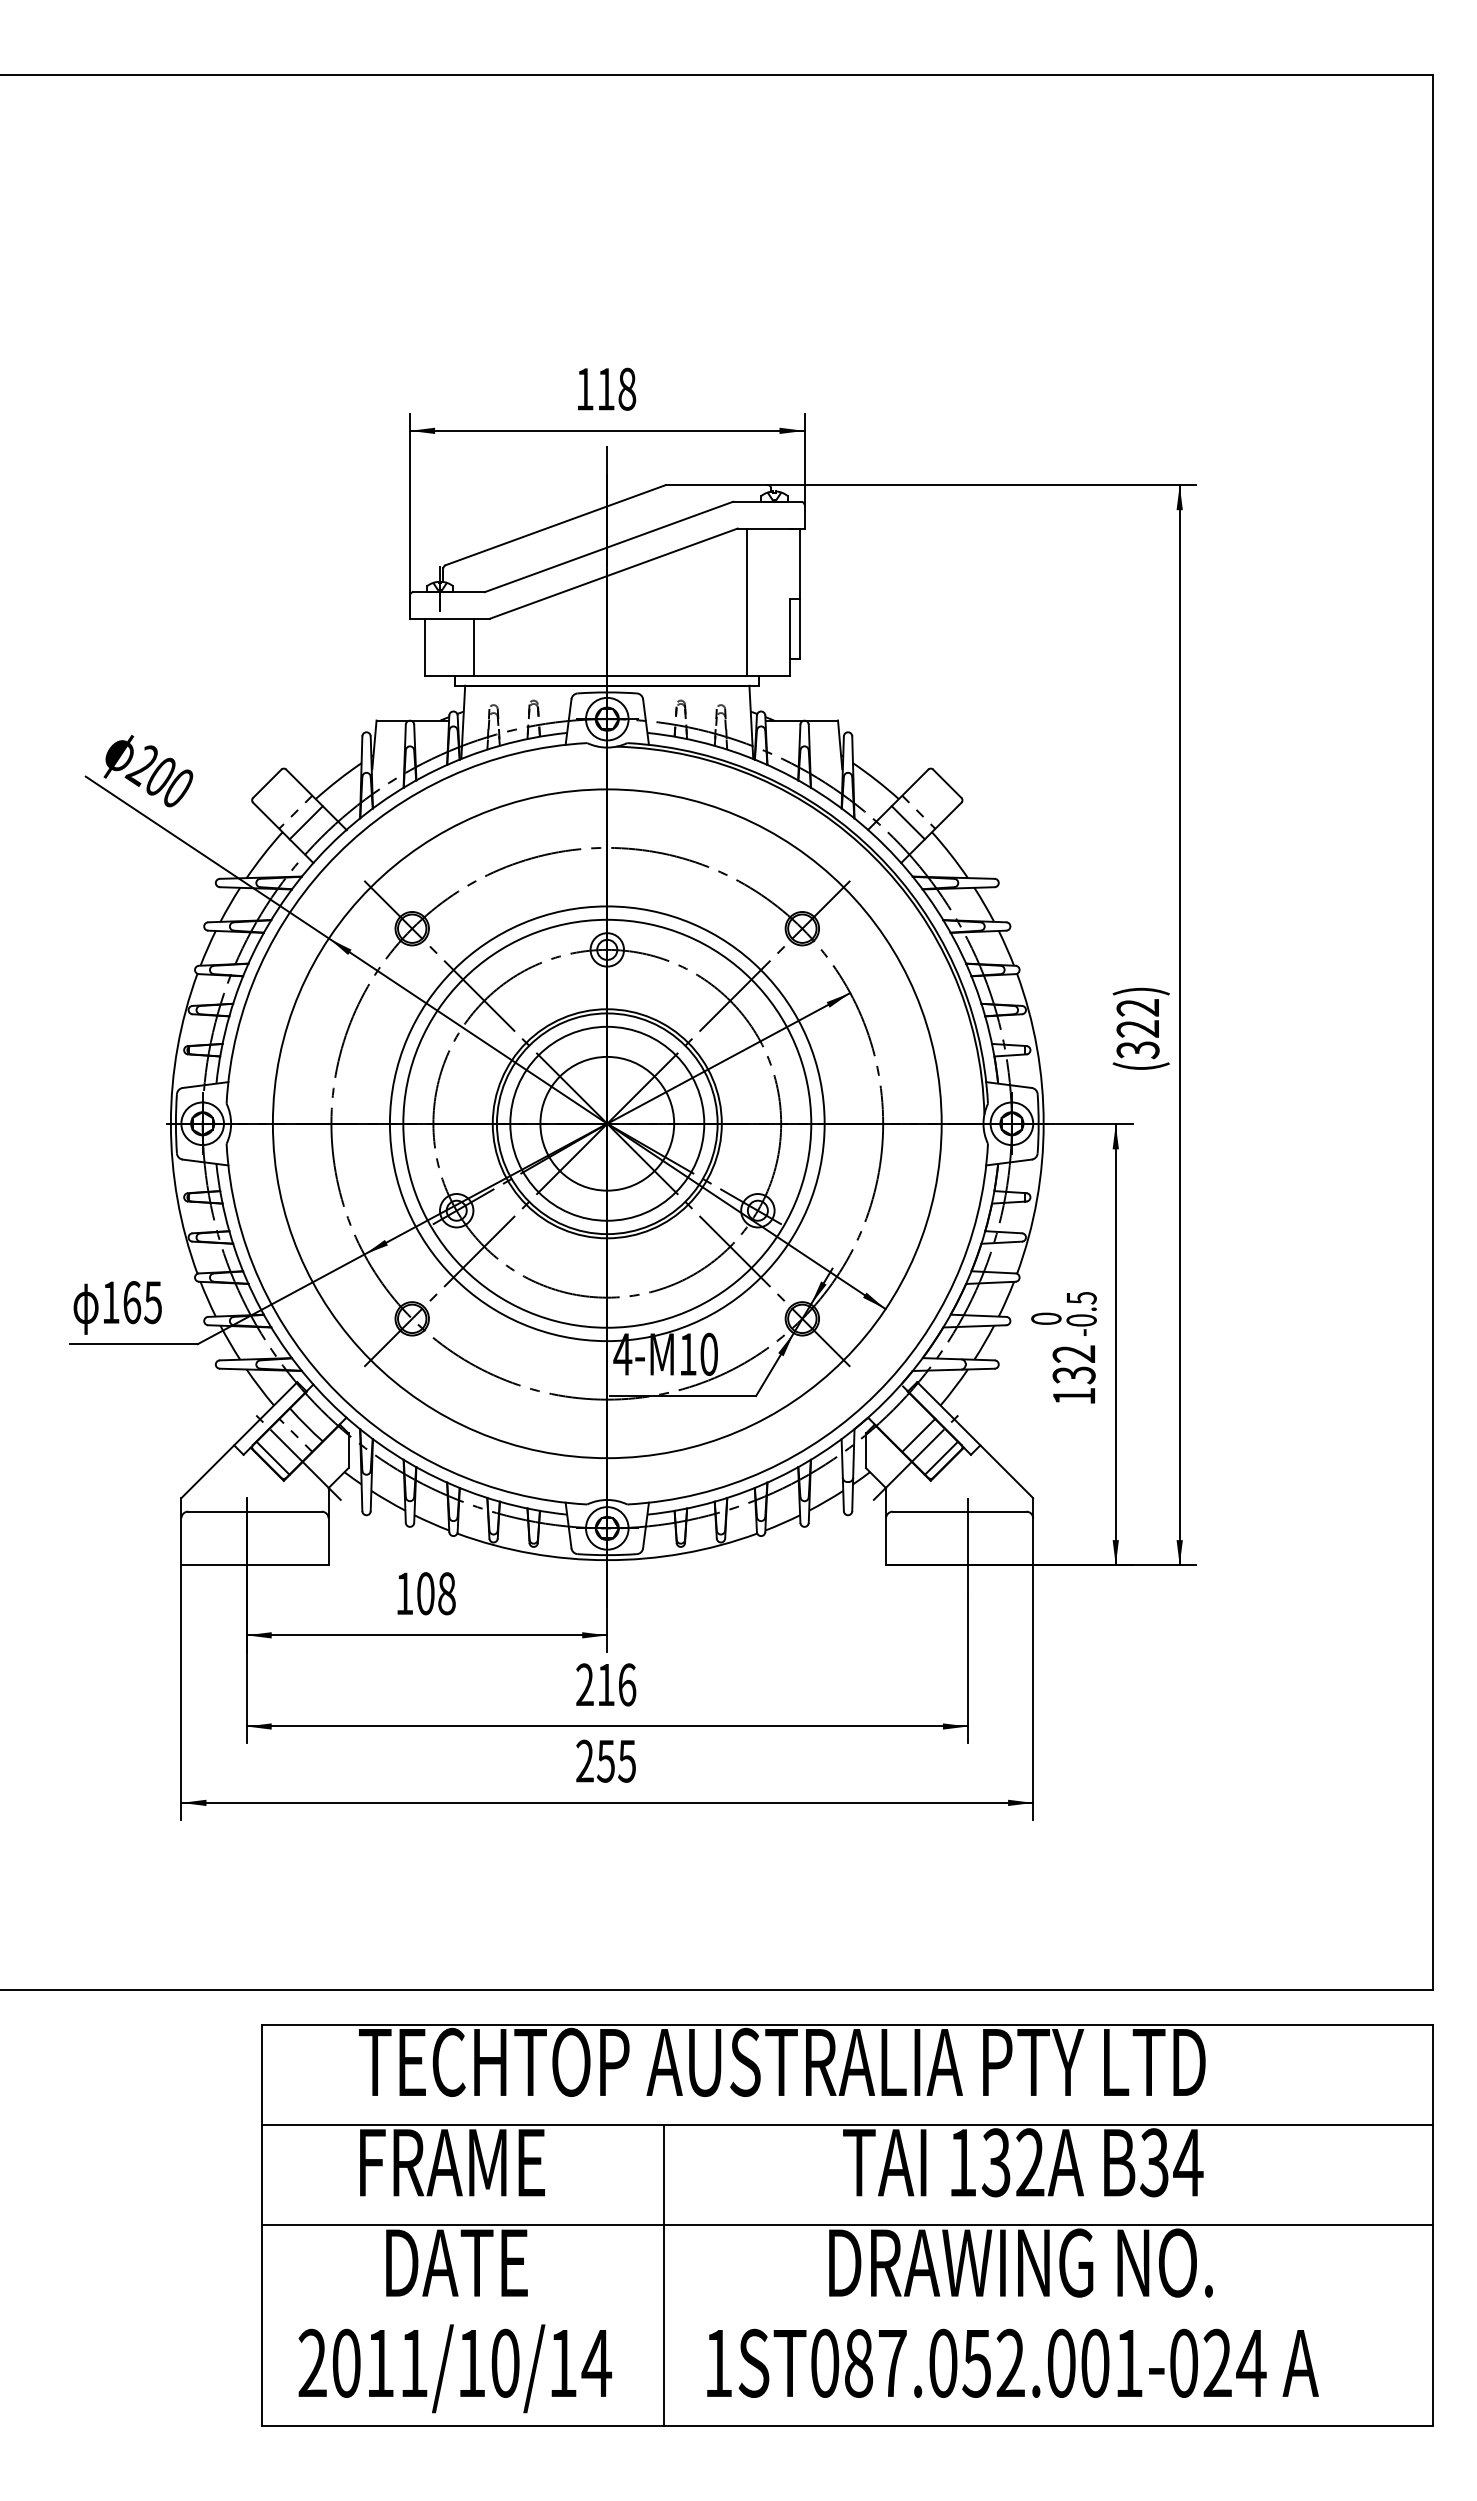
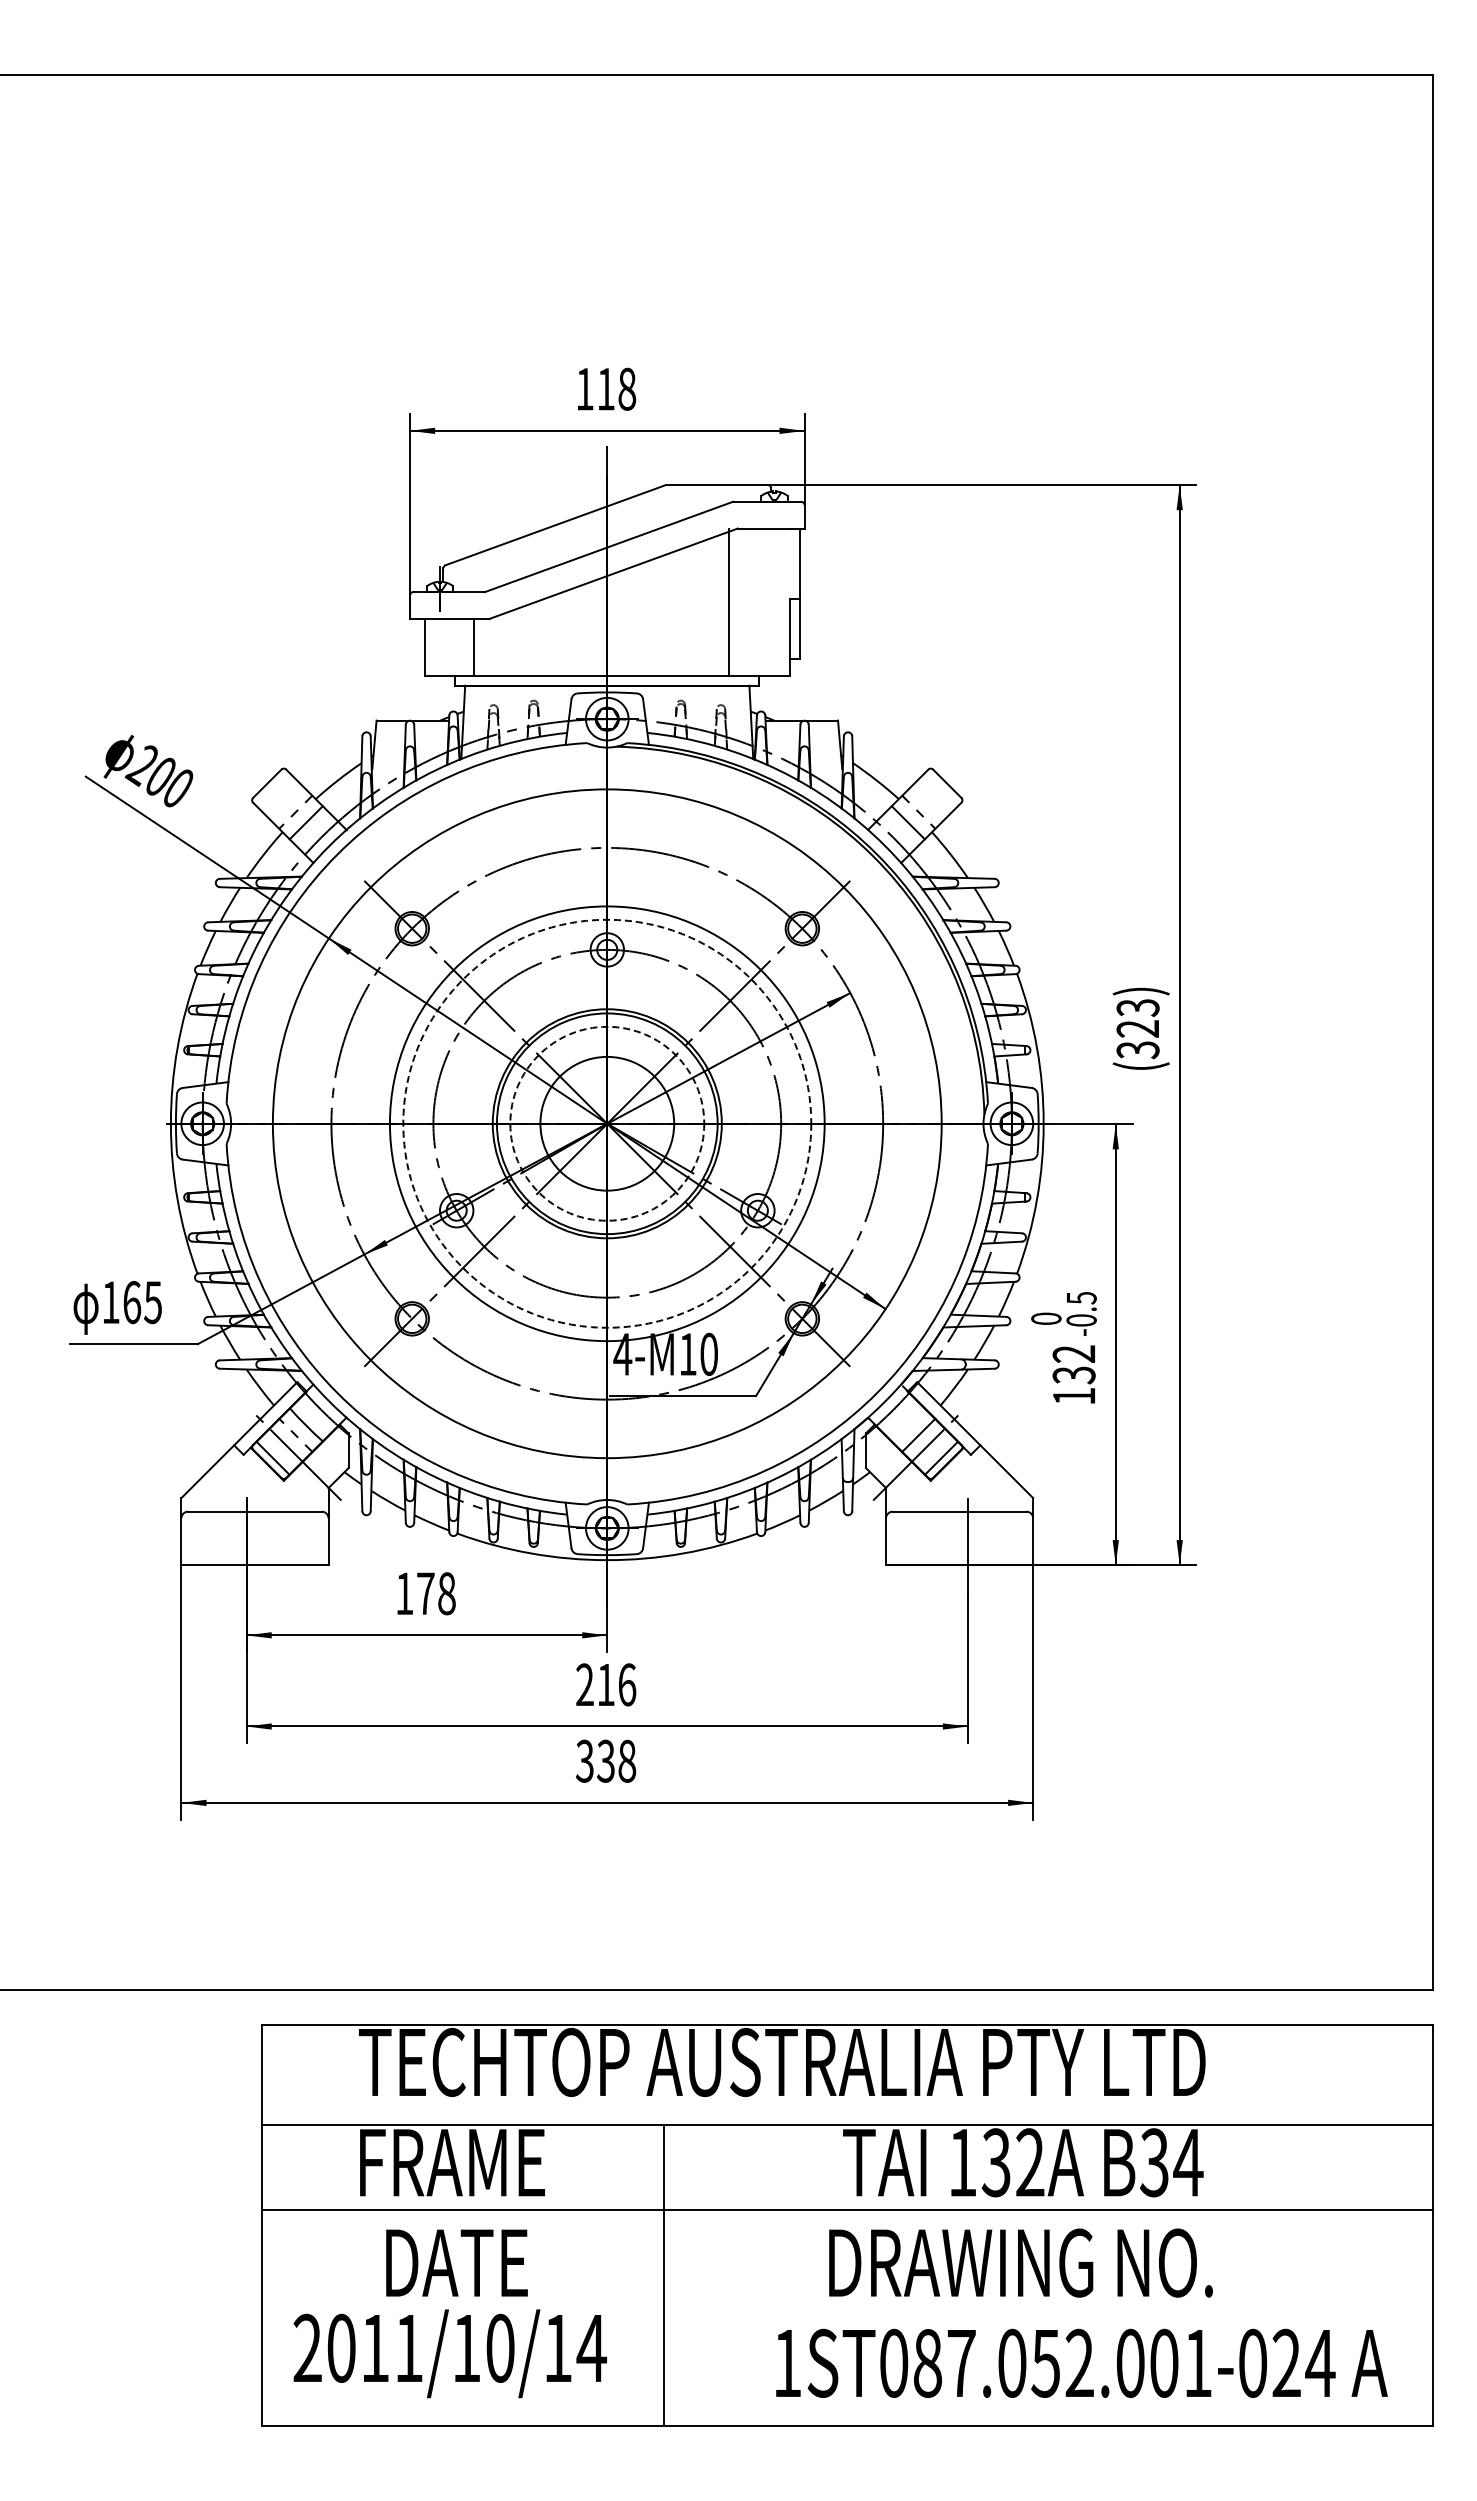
line at (746, 601) position: (746, 601) -> (728, 601)
text at (1137, 1007): (322) -> (323)
circle at (607, 1123): solid -> dashed
circle at (607, 1123): solid -> dashed
text at (425, 1593): 108 -> 178
text at (605, 1760): 255 -> 338
line at (847, 2225) position: (847, 2225) -> (847, 2210)
text at (1012, 2362) position: (1012, 2362) -> (1081, 2362)
text at (454, 2368) position: (454, 2368) -> (449, 2353)
